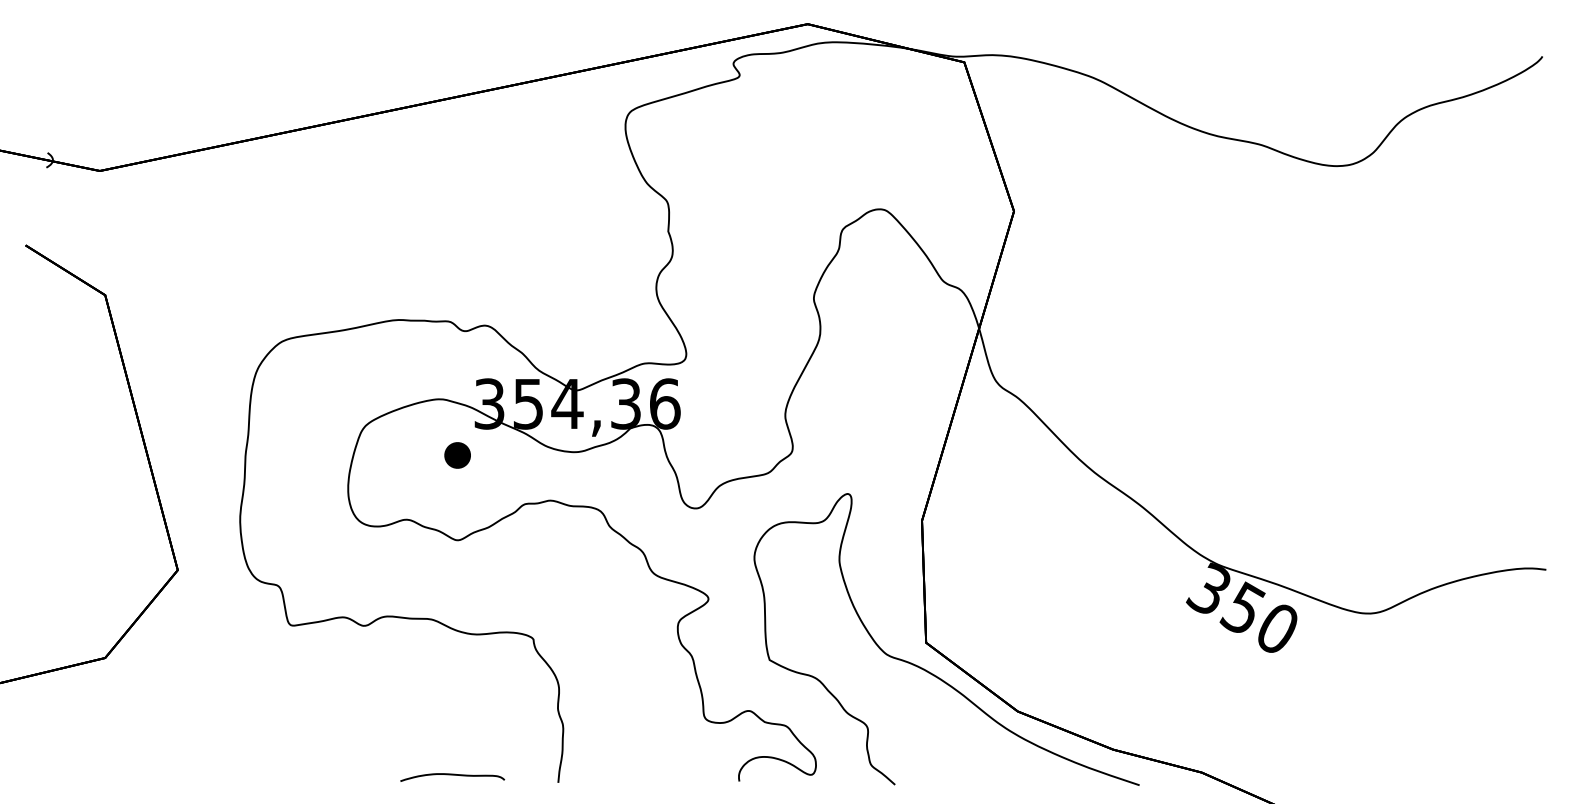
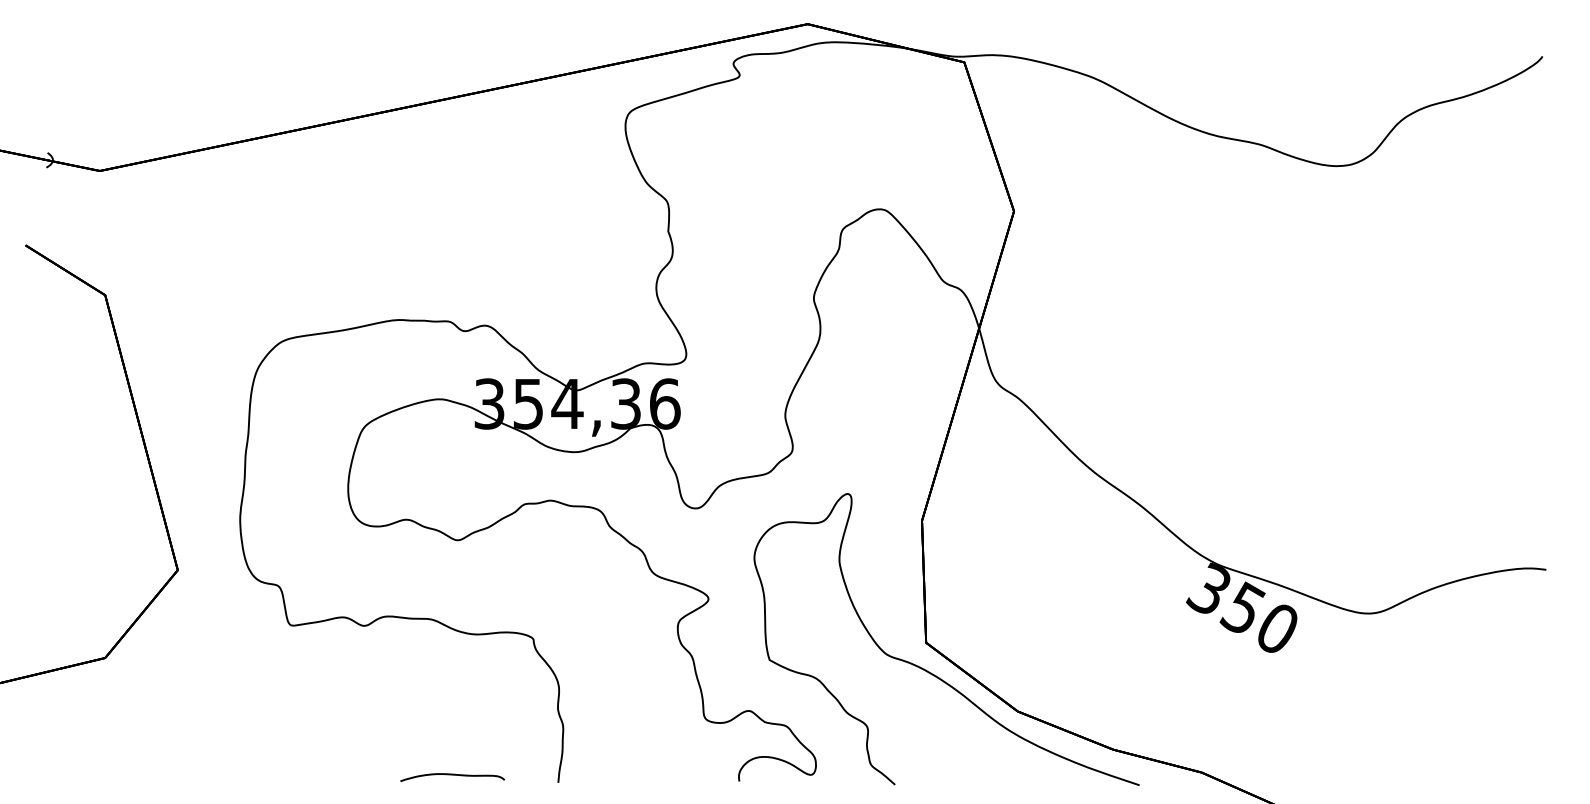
part at (457, 455): present -> none
